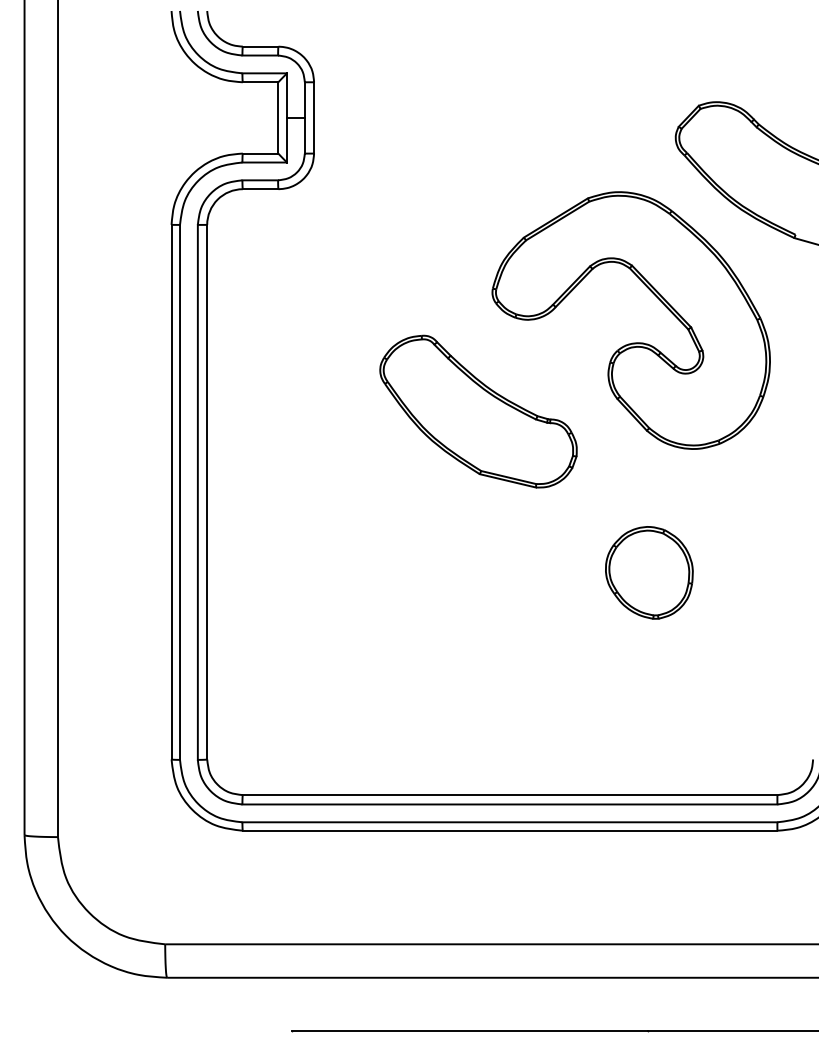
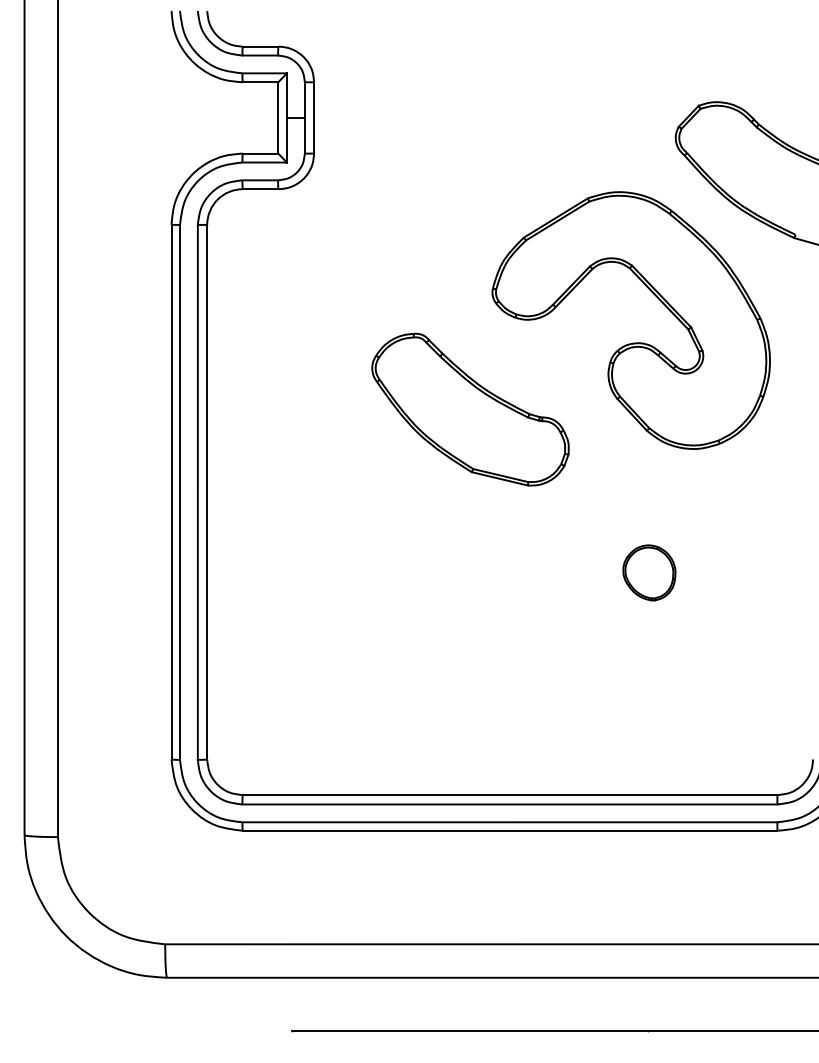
part at (478, 411) position: (478, 411) -> (470, 409)
part at (649, 572) size: 89x94 px -> 55x58 px
